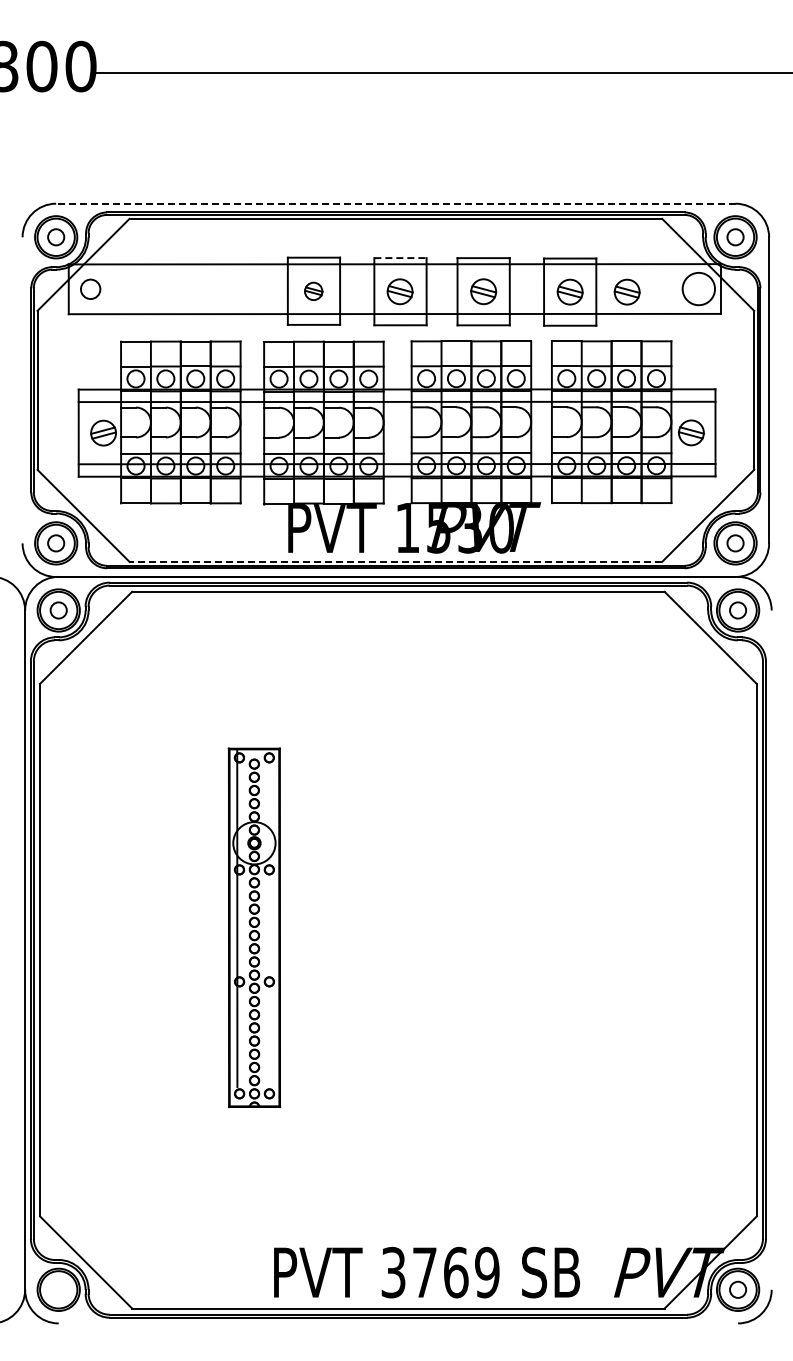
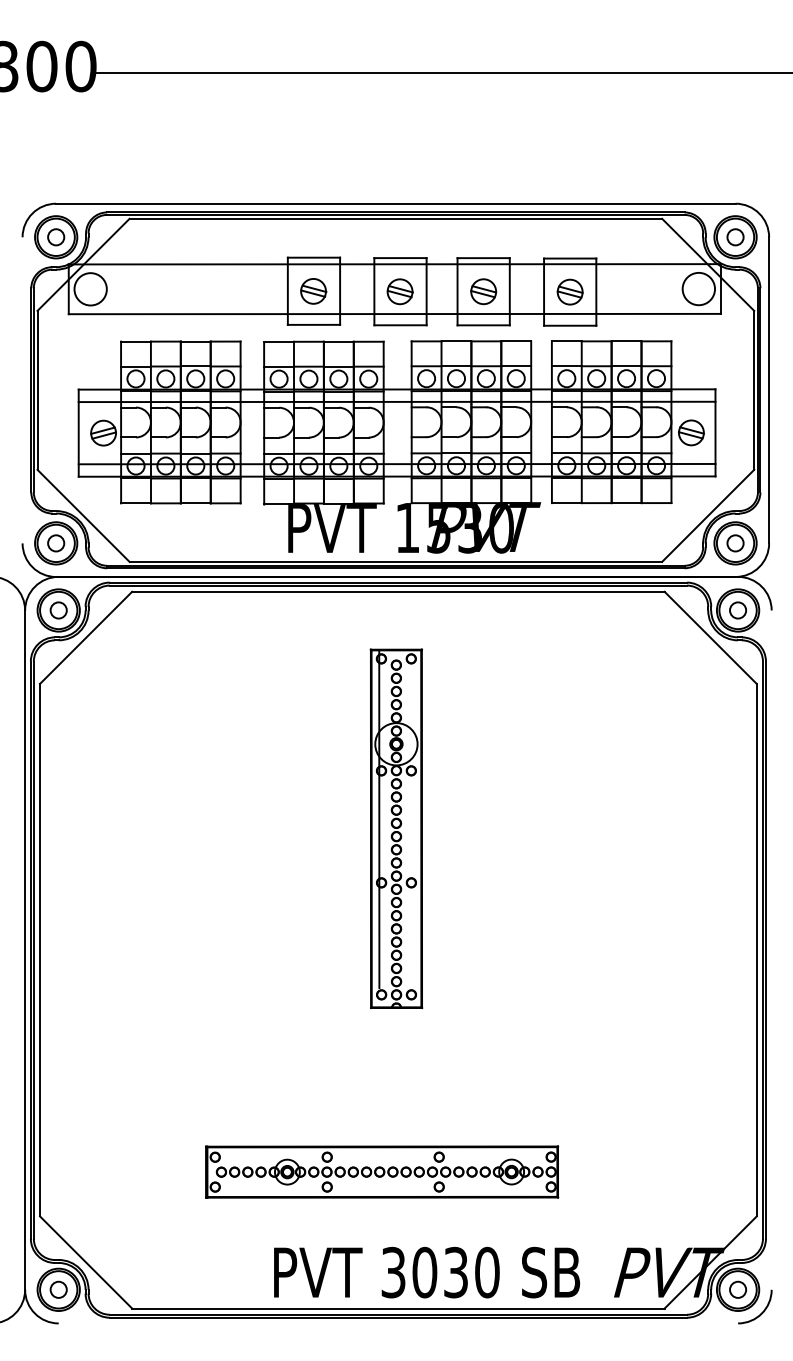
line at (395, 203): dashed -> solid
line at (400, 258): dashed -> solid
circle at (90, 289) diameter: 19 px -> 32 px
part at (313, 290) size: 20x20 px -> 28x27 px
part at (626, 291): present -> none
line at (395, 561): dashed -> solid
part at (254, 927) position: (254, 927) -> (396, 828)
part at (382, 1171): none -> present
text at (455, 1272): 3769 -> 3030
circle at (58, 1289): none -> present
